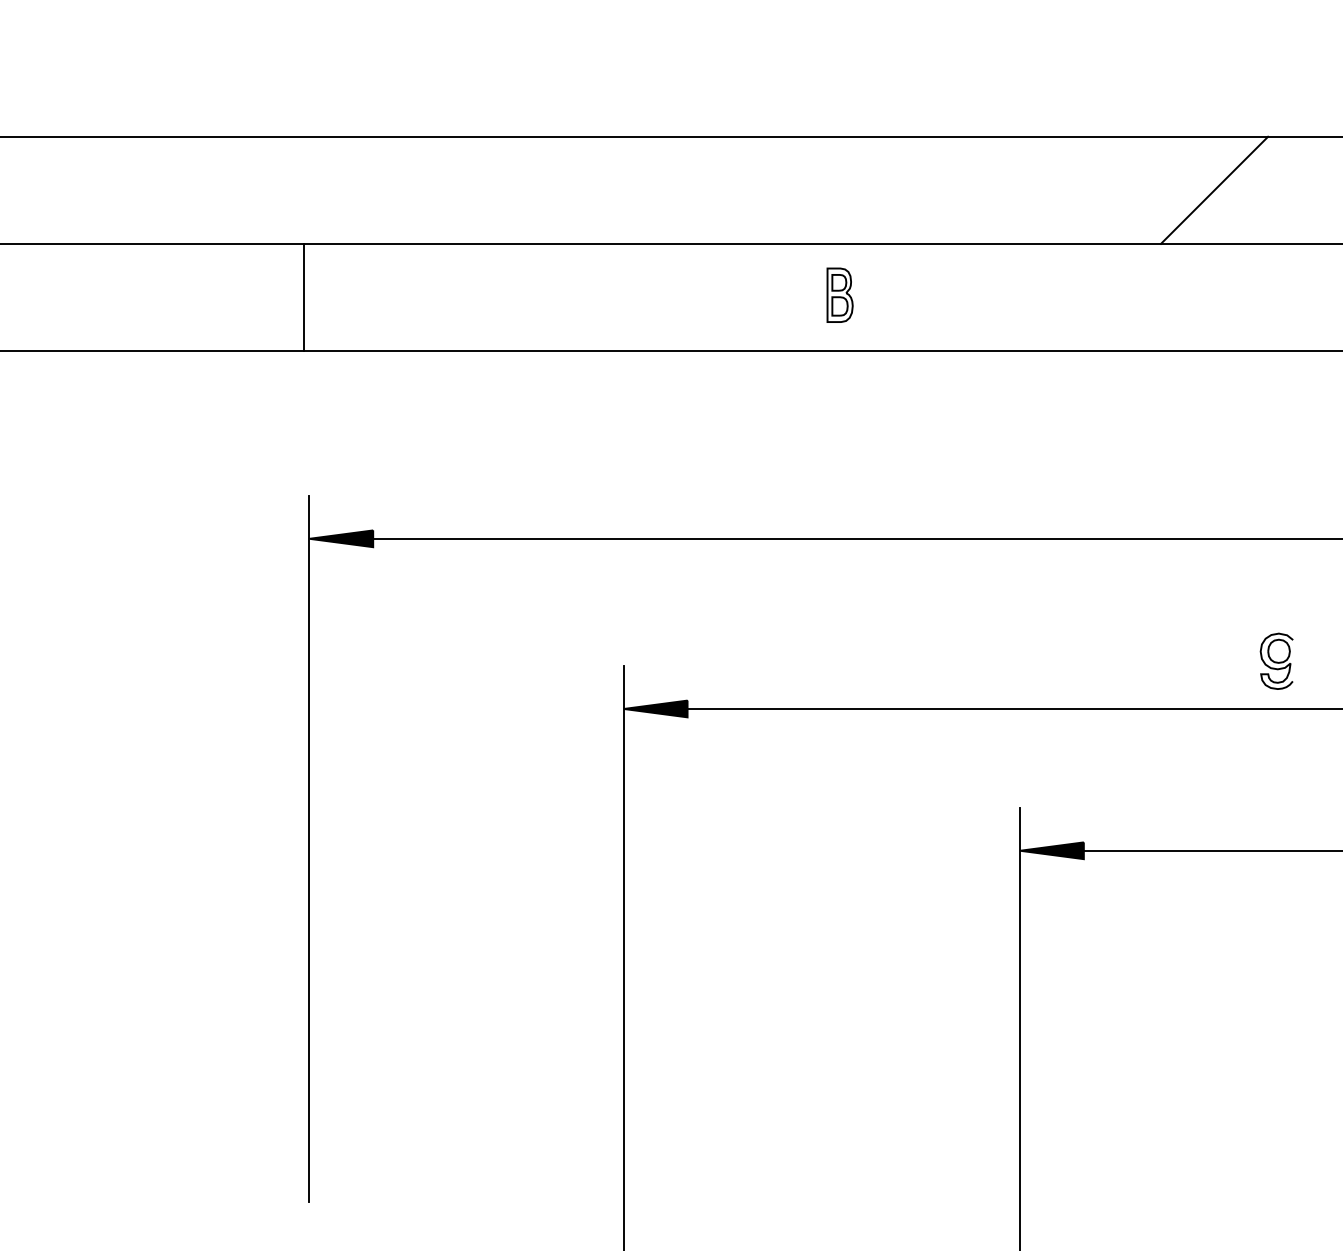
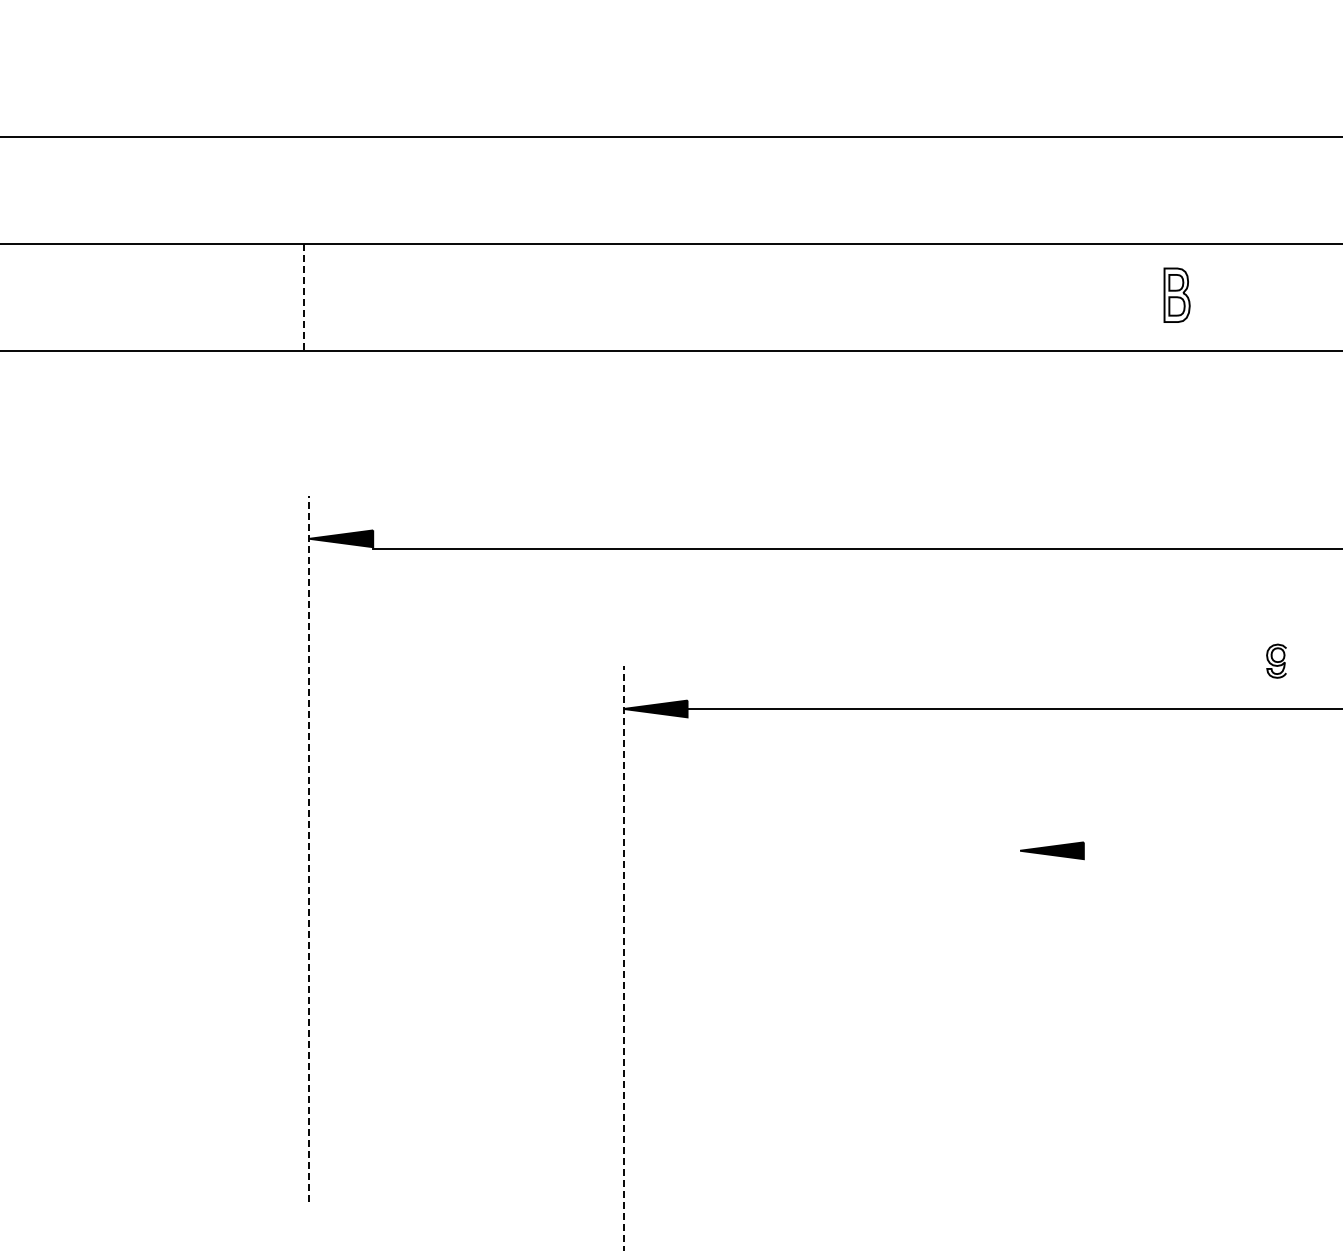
line at (1214, 189): present -> none
part at (839, 294) position: (839, 294) -> (1176, 294)
line at (304, 297): solid -> dashed
line at (856, 538) position: (856, 538) -> (856, 548)
part at (1276, 660) size: 35x58 px -> 21x36 px
line at (309, 848): solid -> dashed
line at (1211, 850): present -> none
line at (623, 957): solid -> dashed
line at (1020, 1027): present -> none
